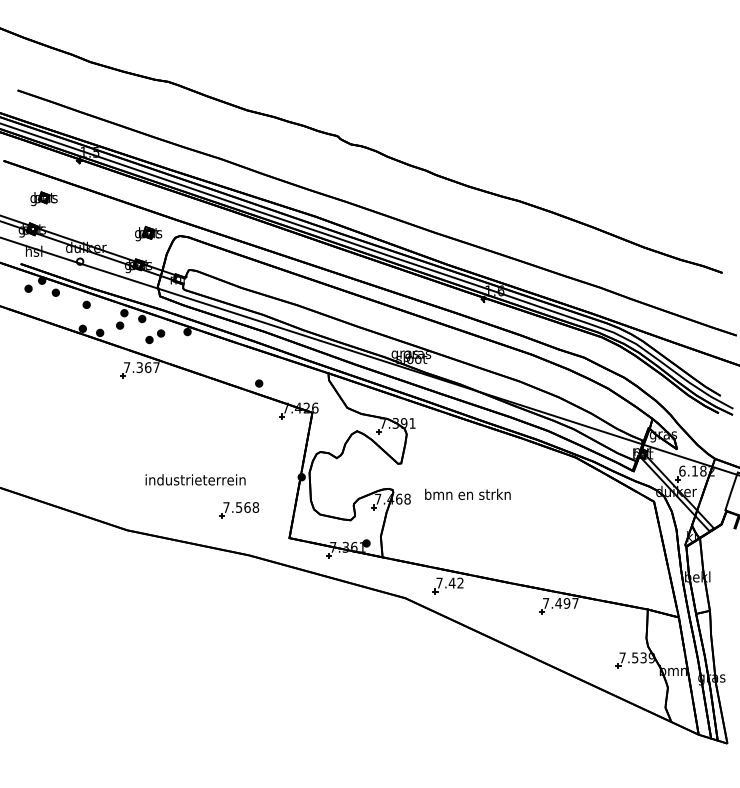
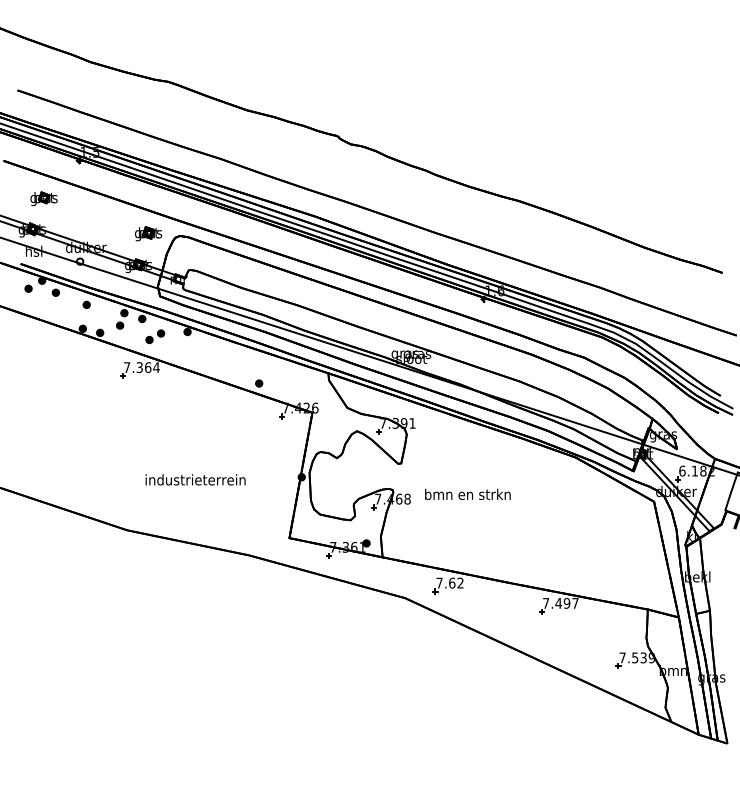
text at (156, 367): 7.367 -> 7.364
part at (239, 510): present -> none
text at (451, 582): 7.42 -> 7.62
